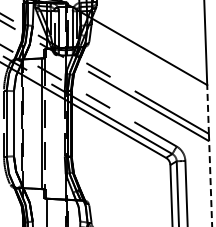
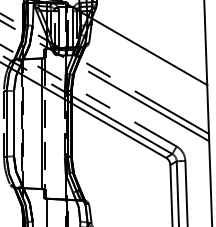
line at (208, 108): dashed -> solid
line at (210, 183): dashed -> solid
